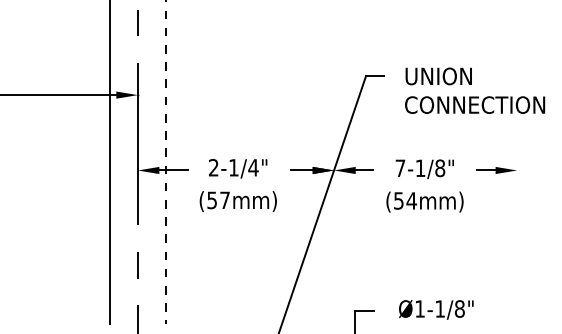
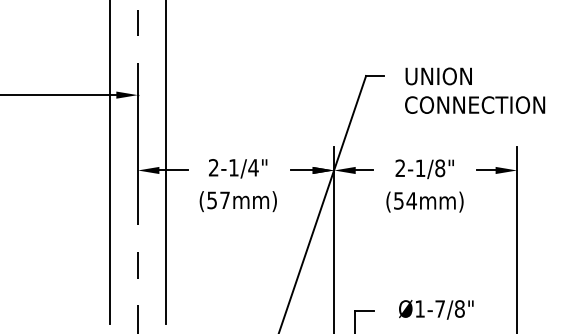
line at (166, 161): dashed -> solid
text at (400, 167): 7-1/8" -> 2-1/8"
line at (334, 238): none -> present
line at (517, 238): none -> present
text at (439, 308): Ø1-1/8" -> Ø1-7/8"
